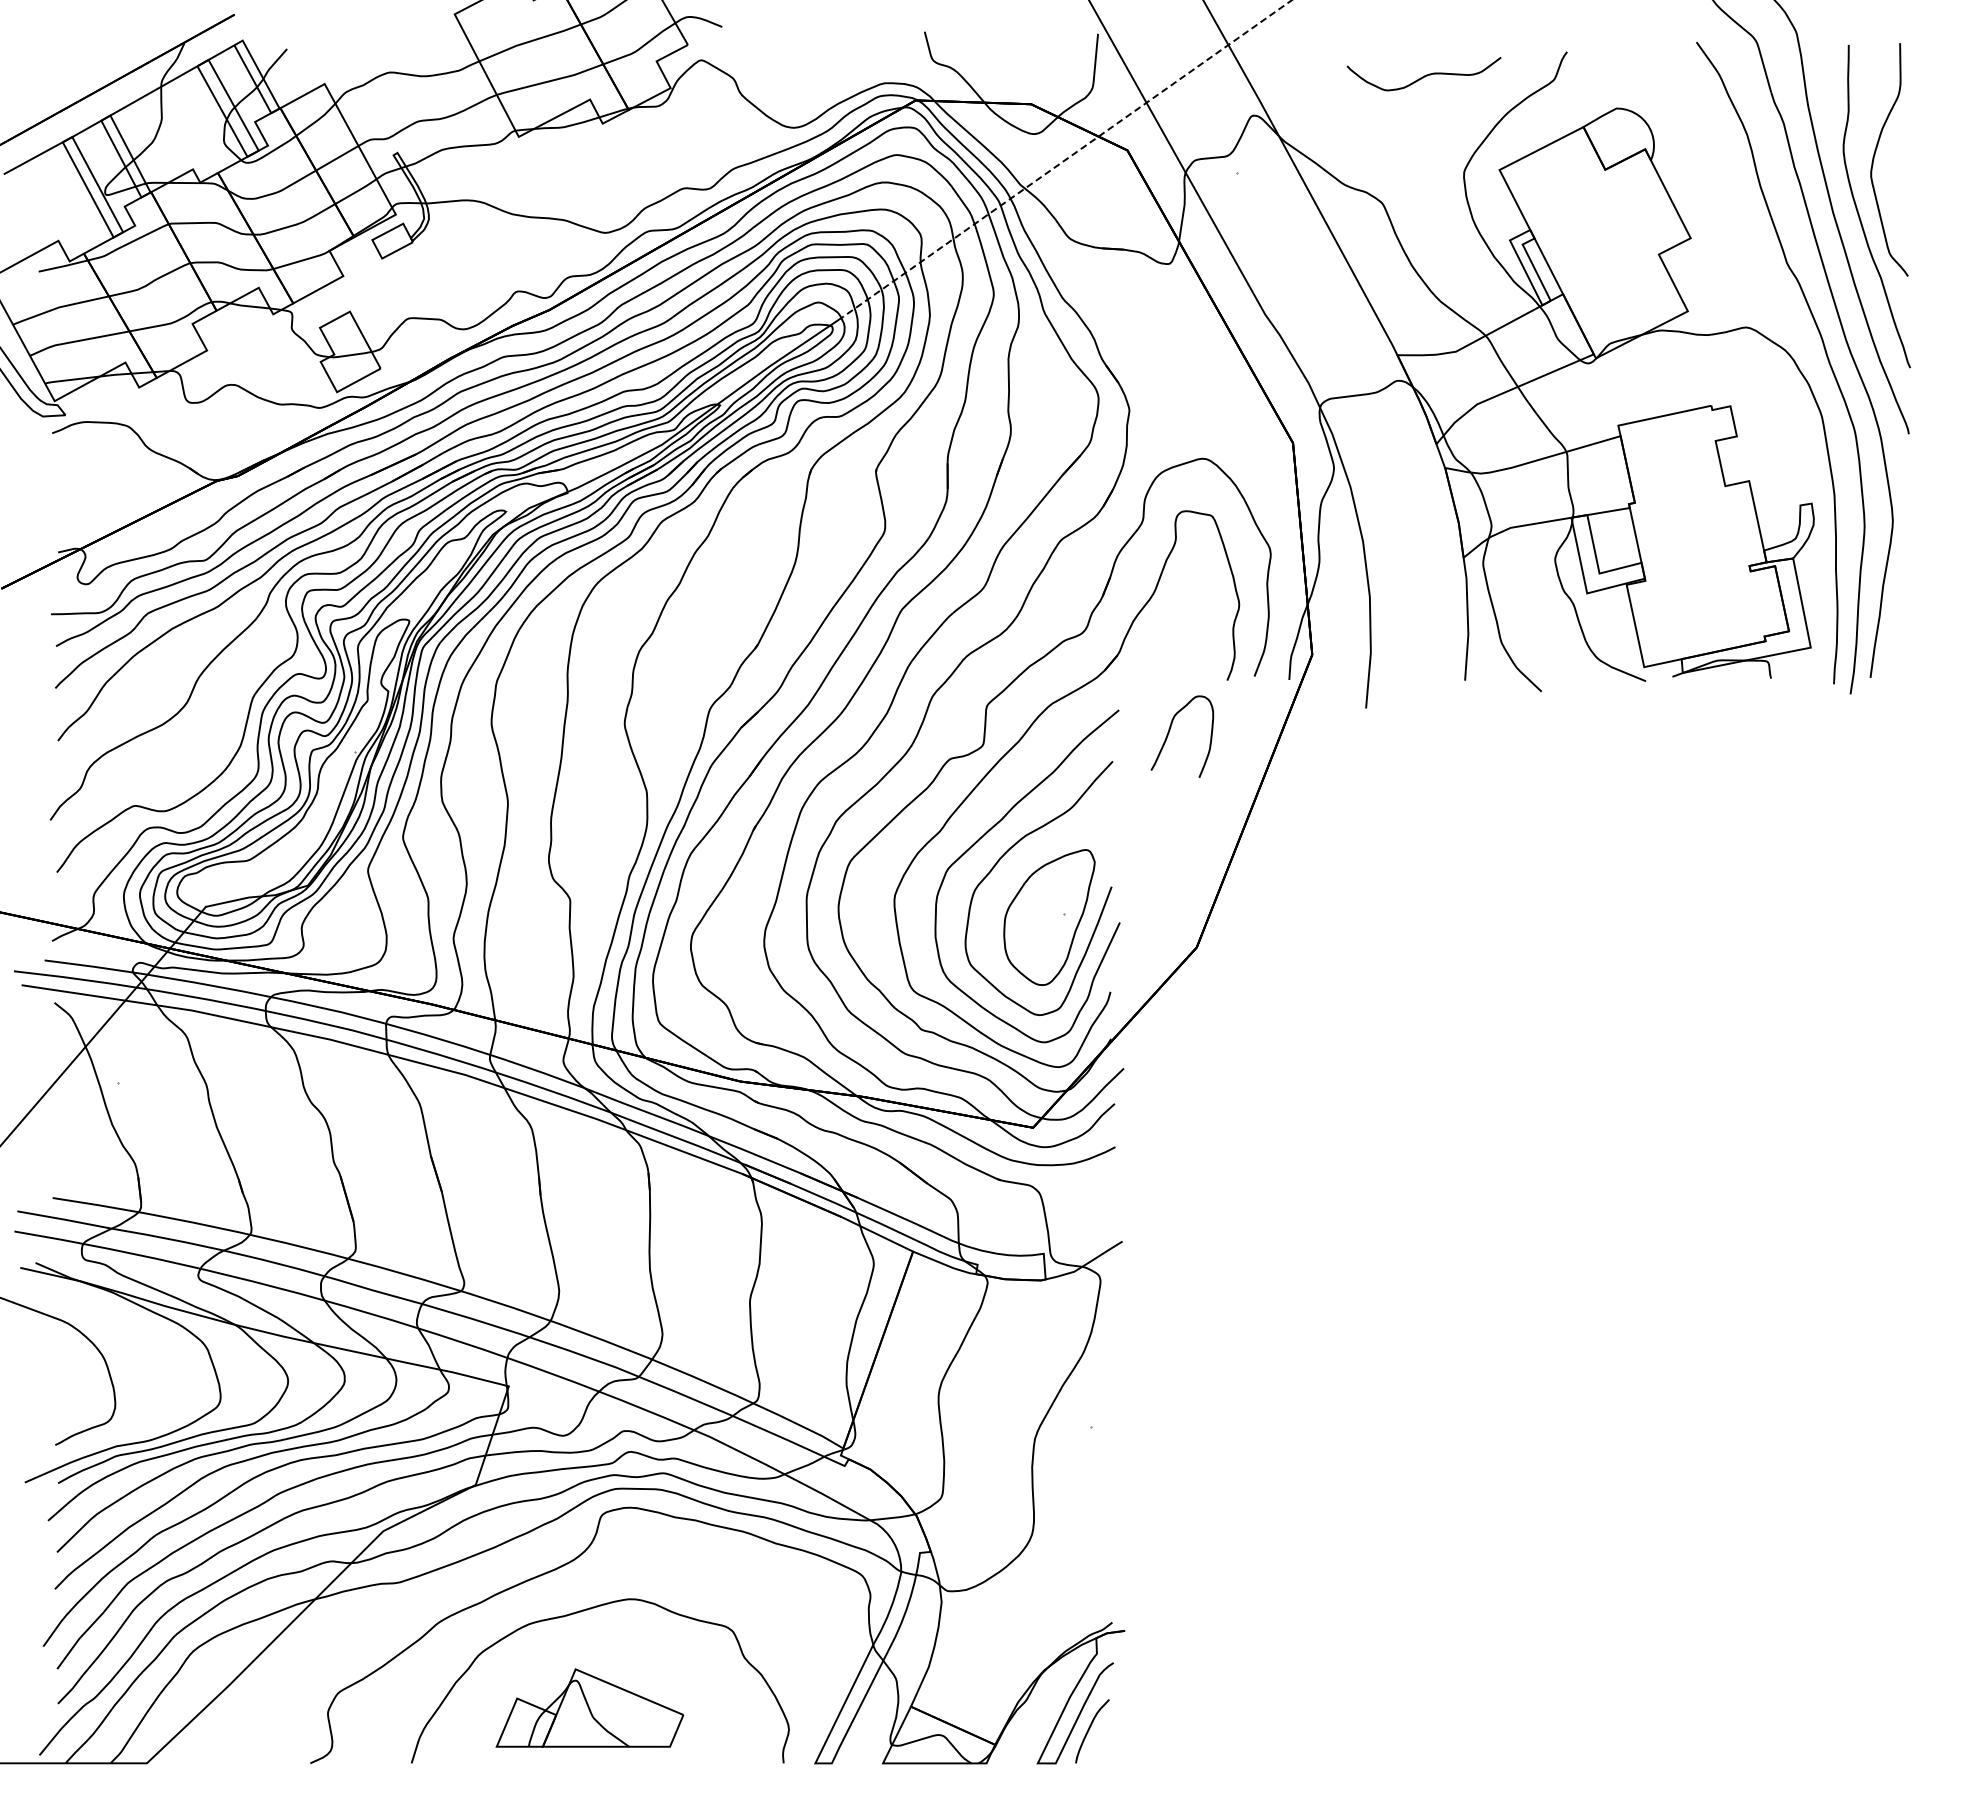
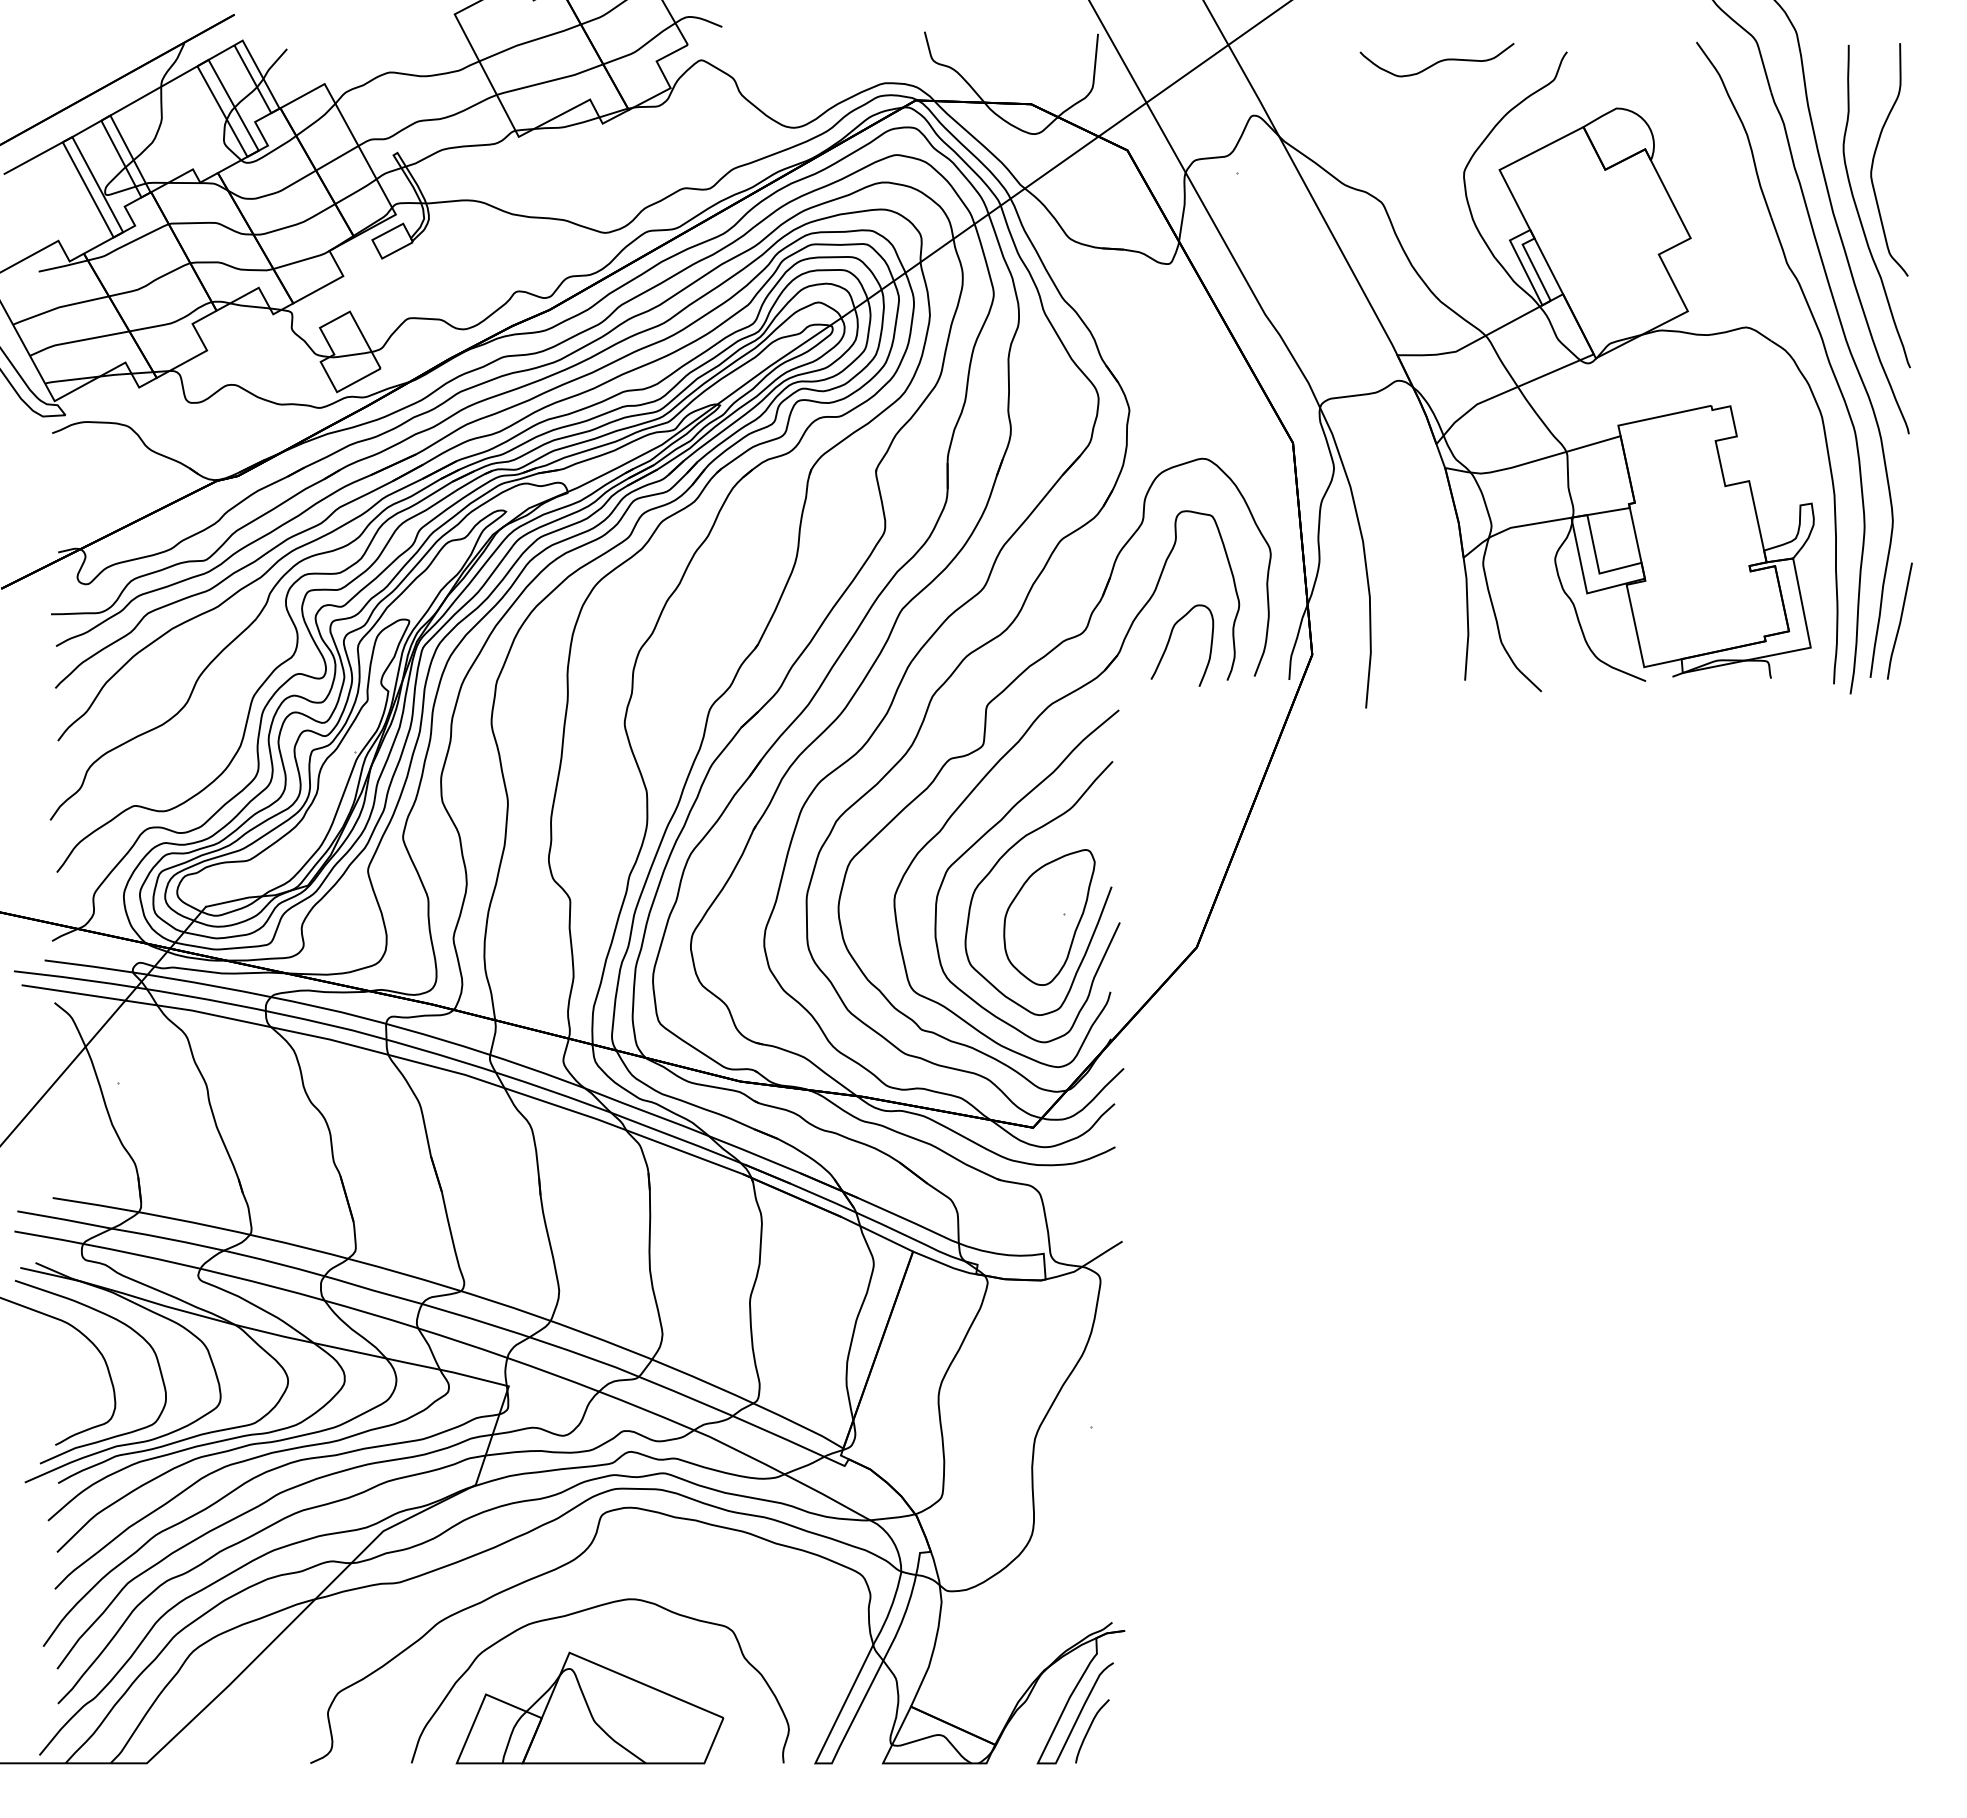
curve at (1424, 75) position: (1424, 75) -> (1437, 61)
line at (1067, 158): dashed -> solid
line at (1899, 620): none -> present
curve at (1169, 733) position: (1169, 733) -> (1169, 642)
curve at (117, 1321): none -> present
part at (589, 1707) size: 190x80 px -> 270x114 px
